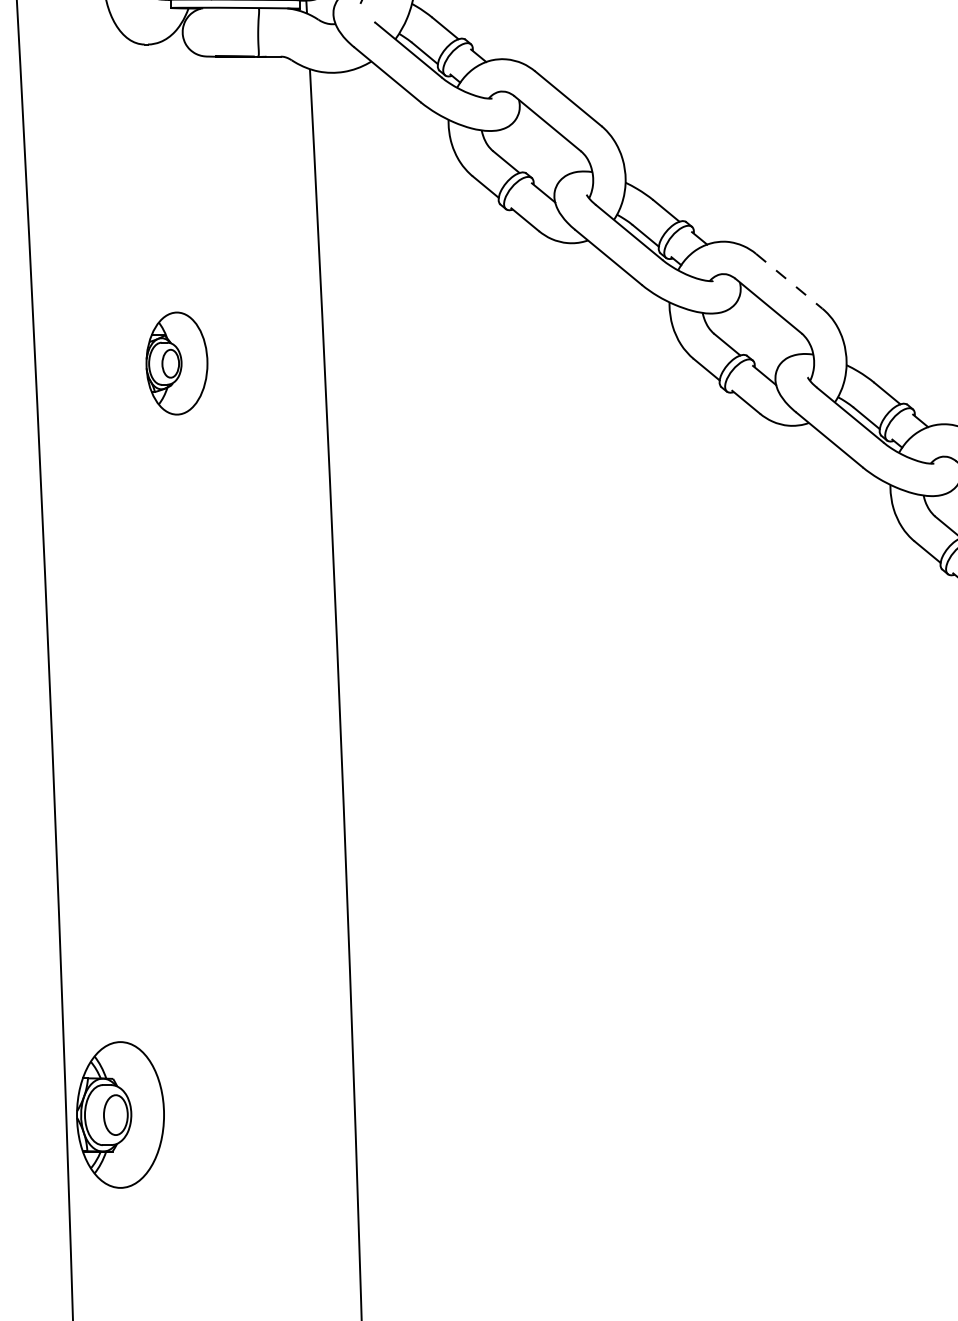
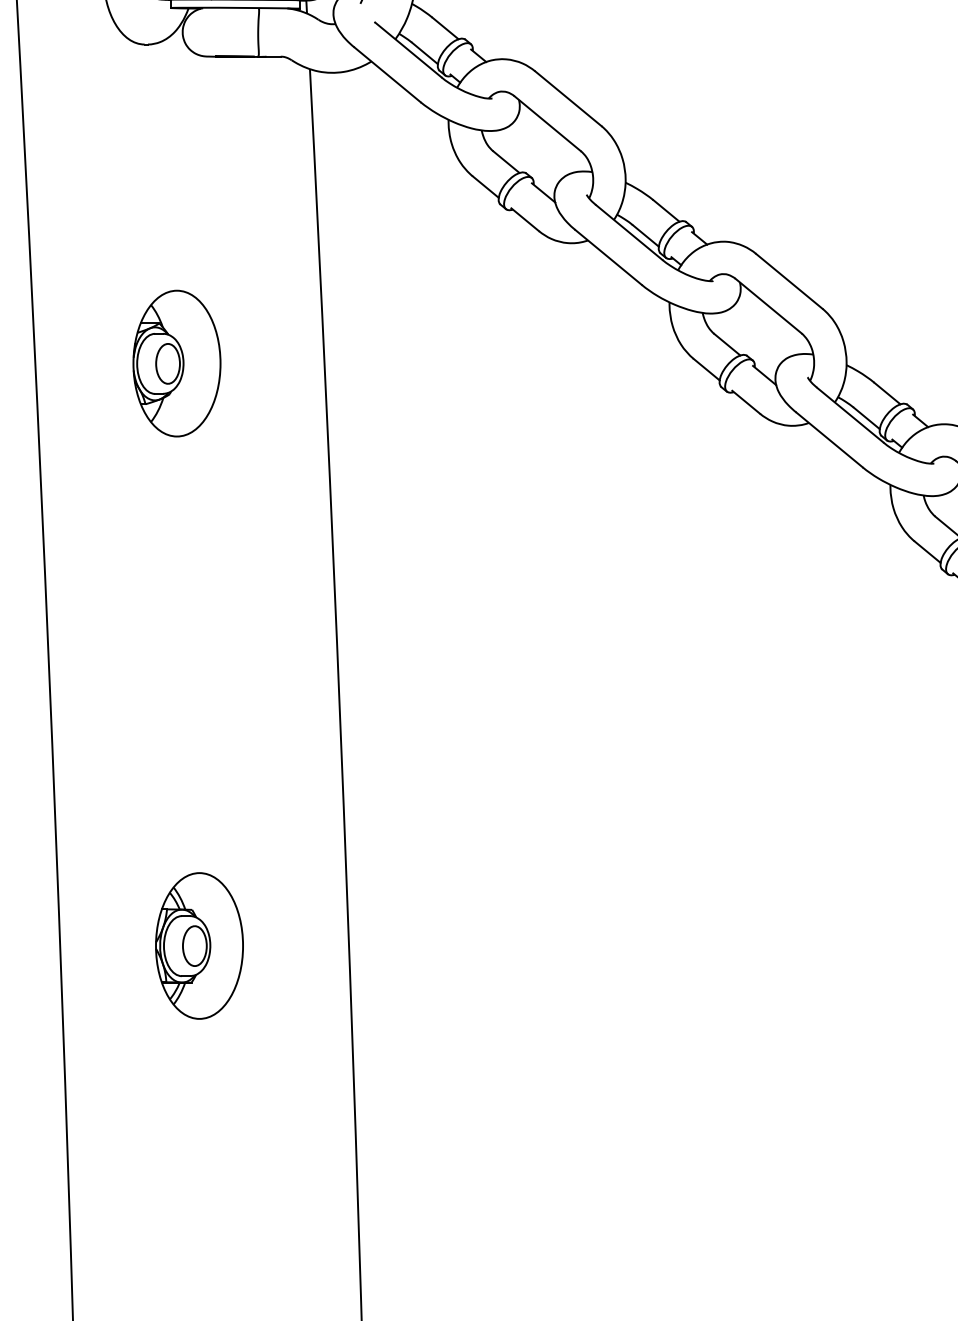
line at (789, 281): dashed -> solid
part at (176, 363) size: 64x105 px -> 90x149 px
part at (120, 1114) position: (120, 1114) -> (199, 945)
